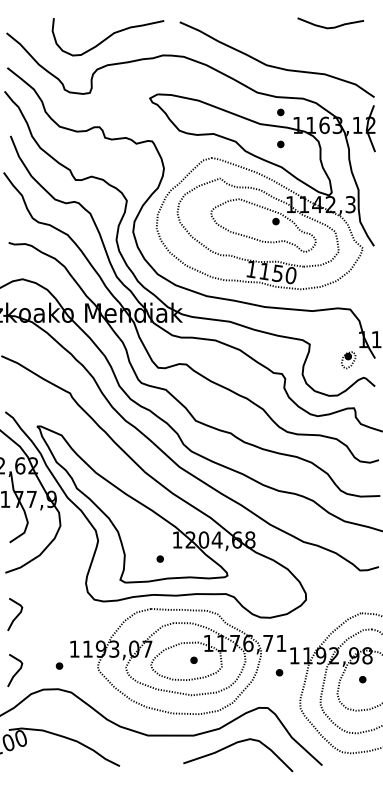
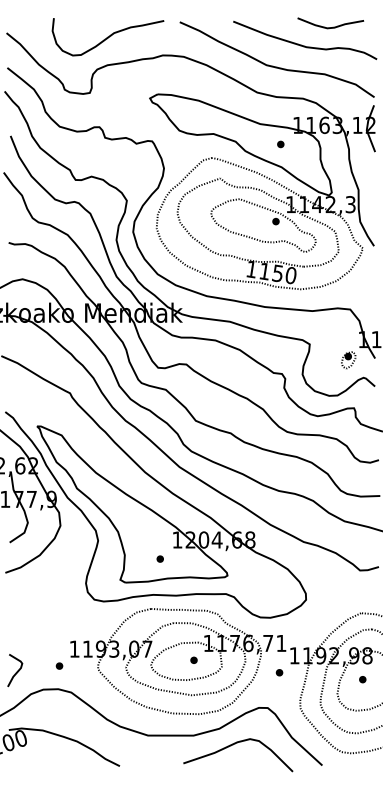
curve at (304, 45): none -> present
part at (280, 112): present -> none
curve at (16, 615): present -> none
